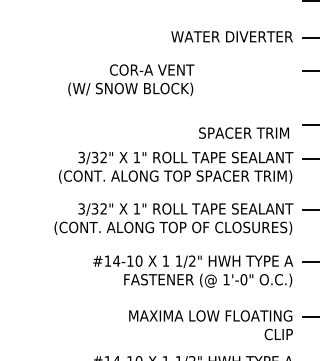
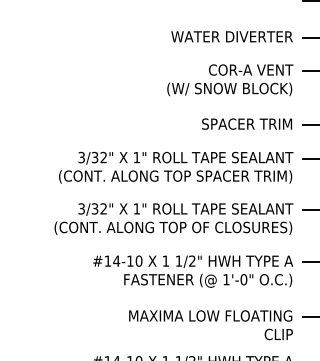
text at (131, 80) position: (131, 80) -> (230, 80)
text at (243, 132) position: (243, 132) -> (246, 123)
